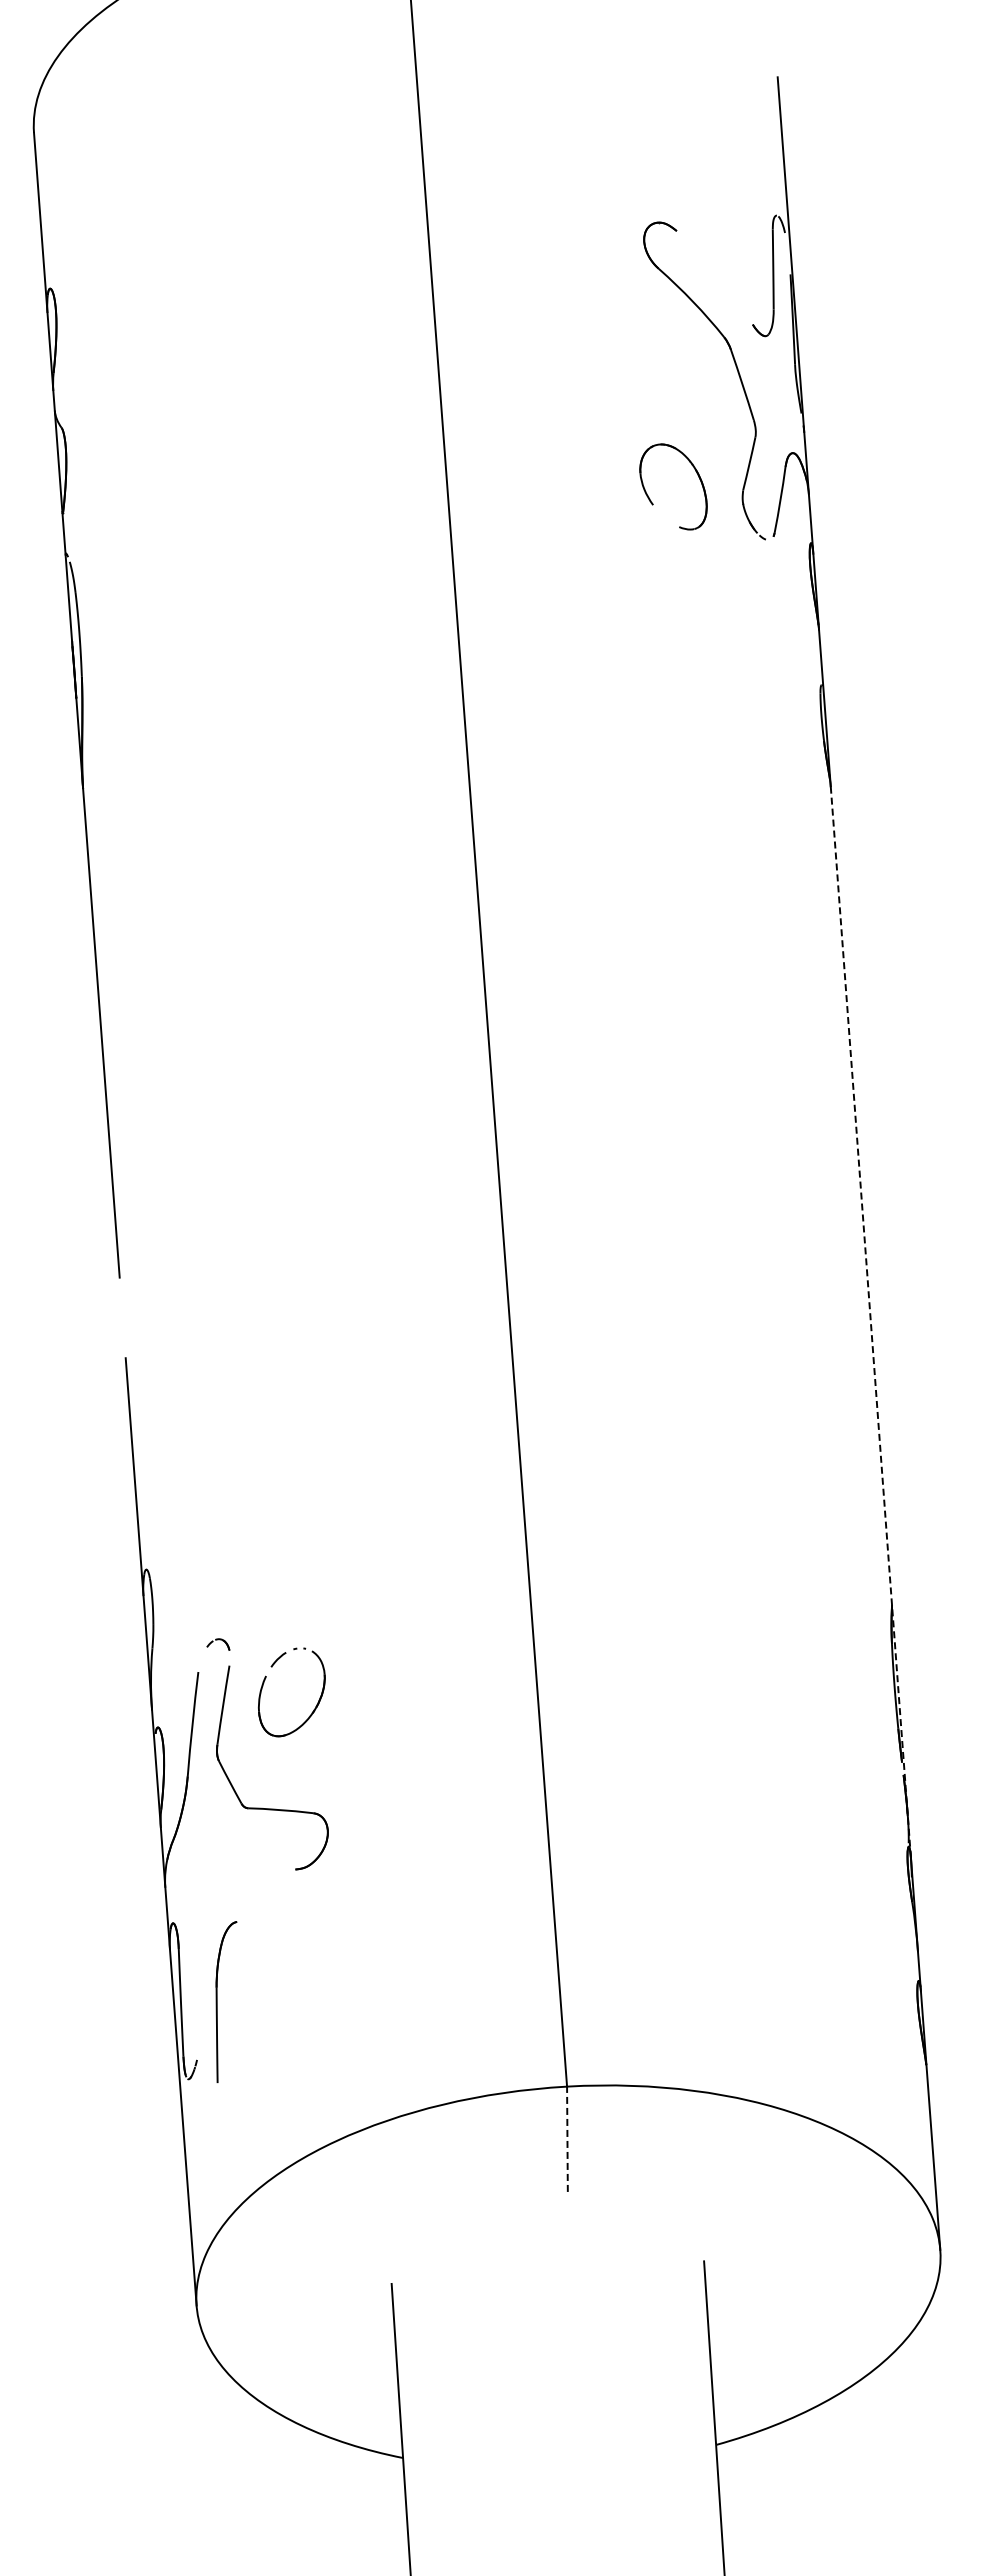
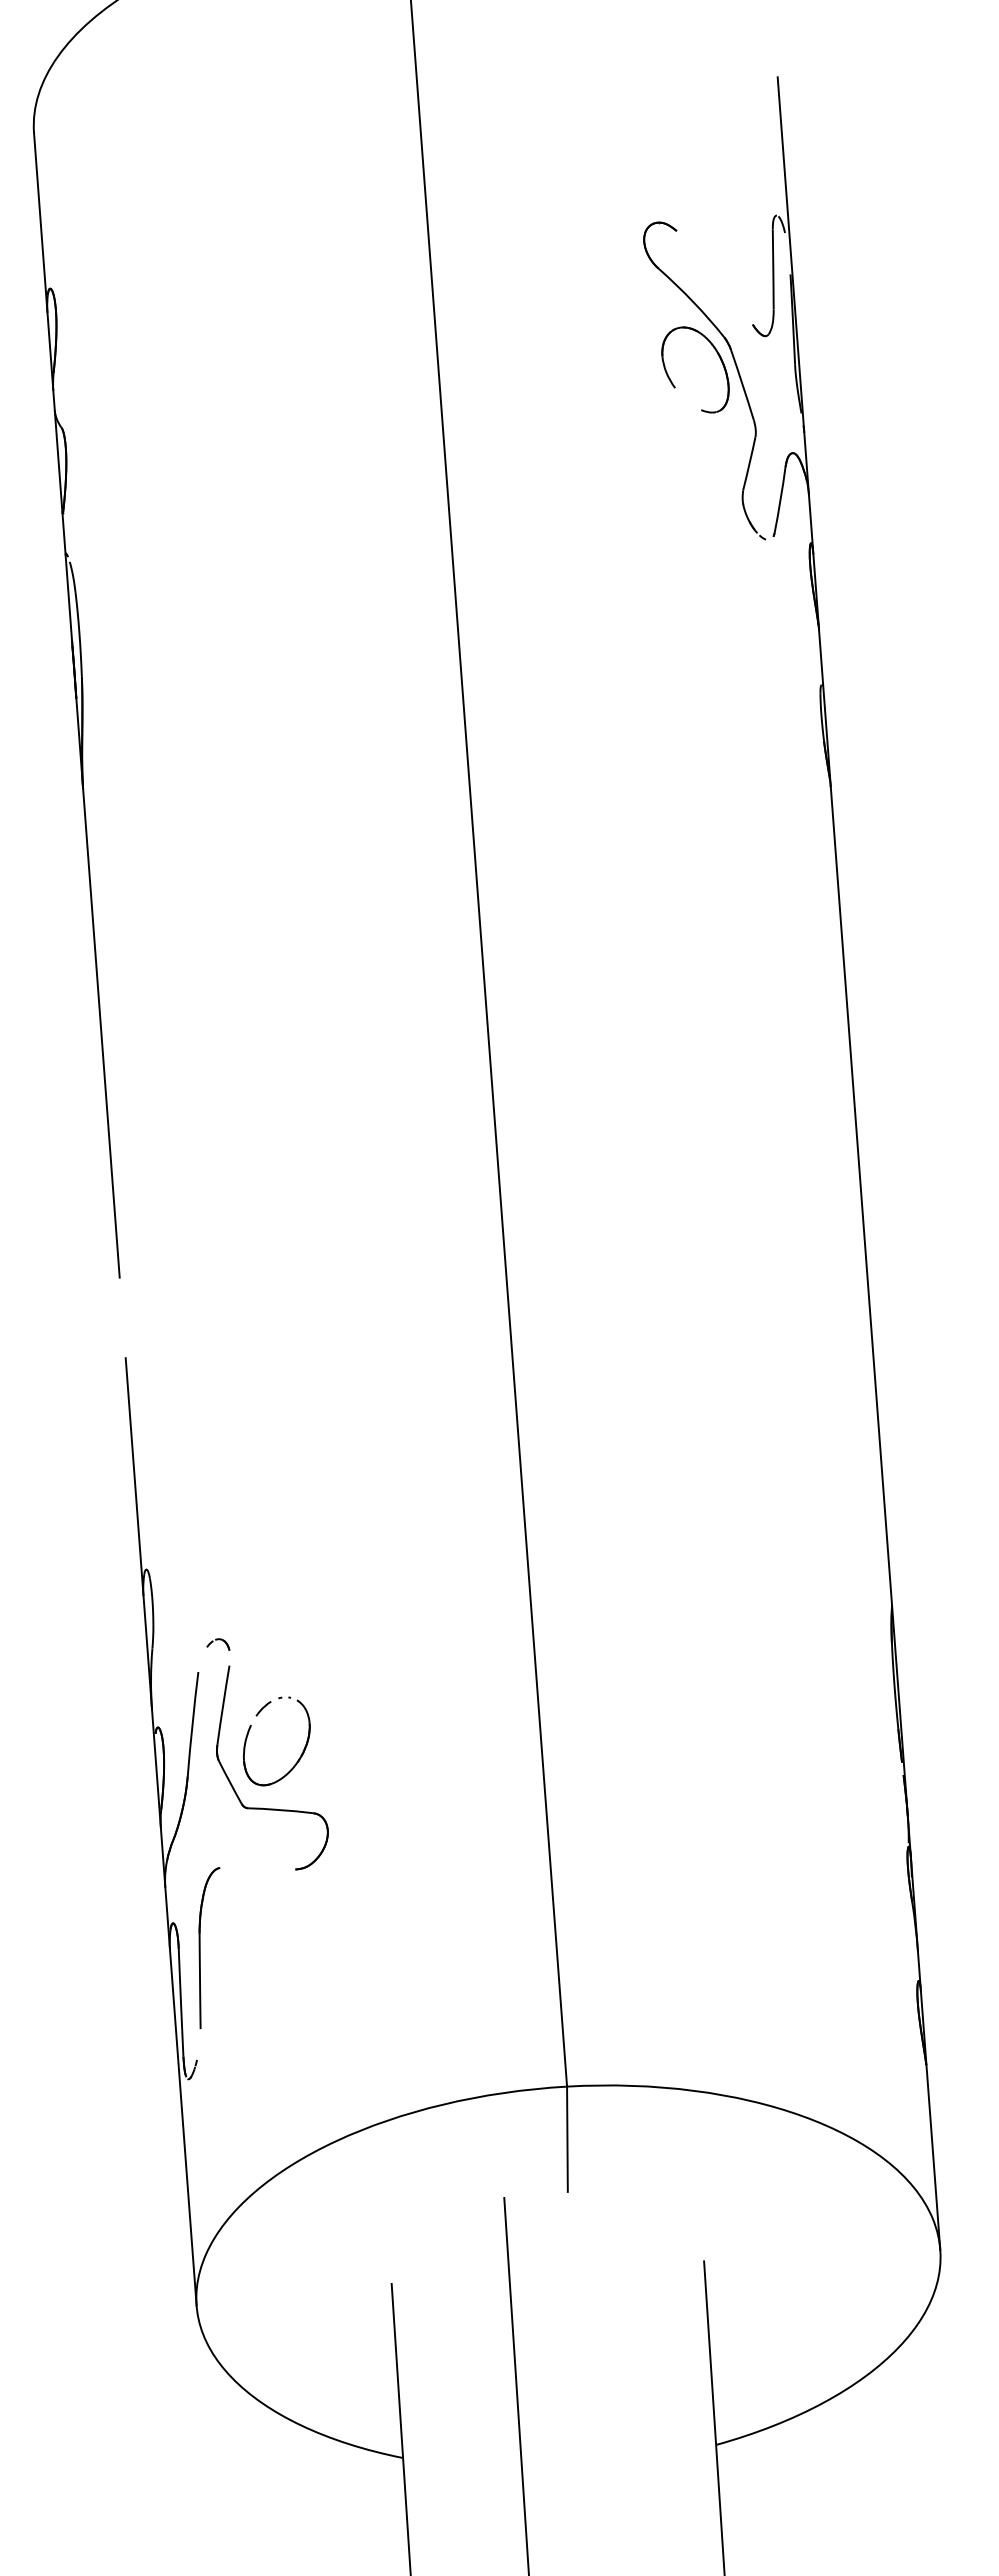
part at (651, 500) position: (651, 500) -> (673, 383)
line at (870, 1322): dashed -> solid
part at (316, 1704) position: (316, 1704) -> (301, 1753)
part at (217, 2001) position: (217, 2001) -> (200, 1947)
line at (567, 2139): dashed -> solid
line at (516, 2384): none -> present
